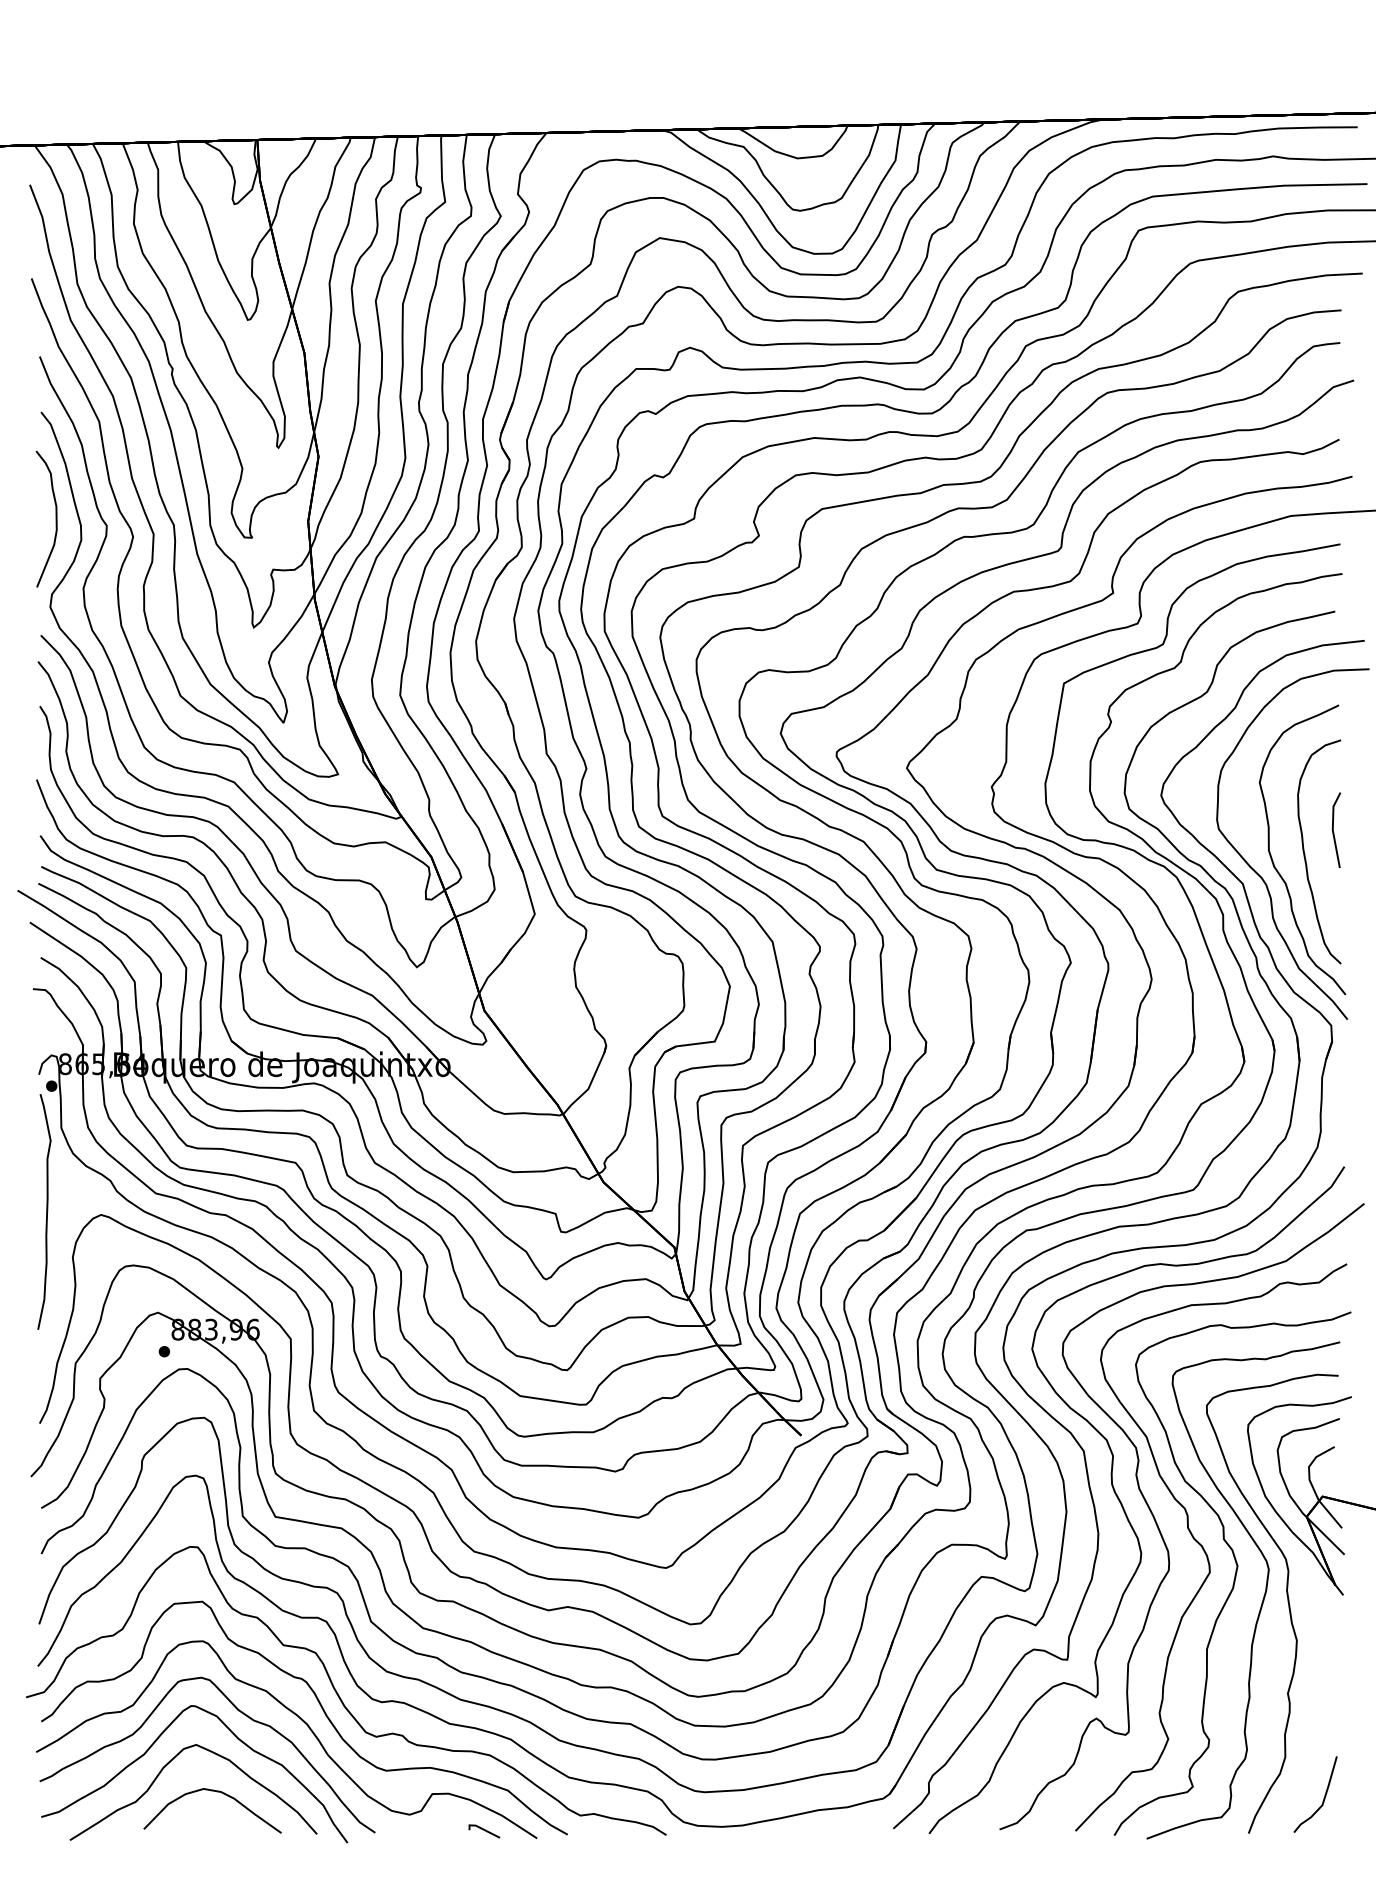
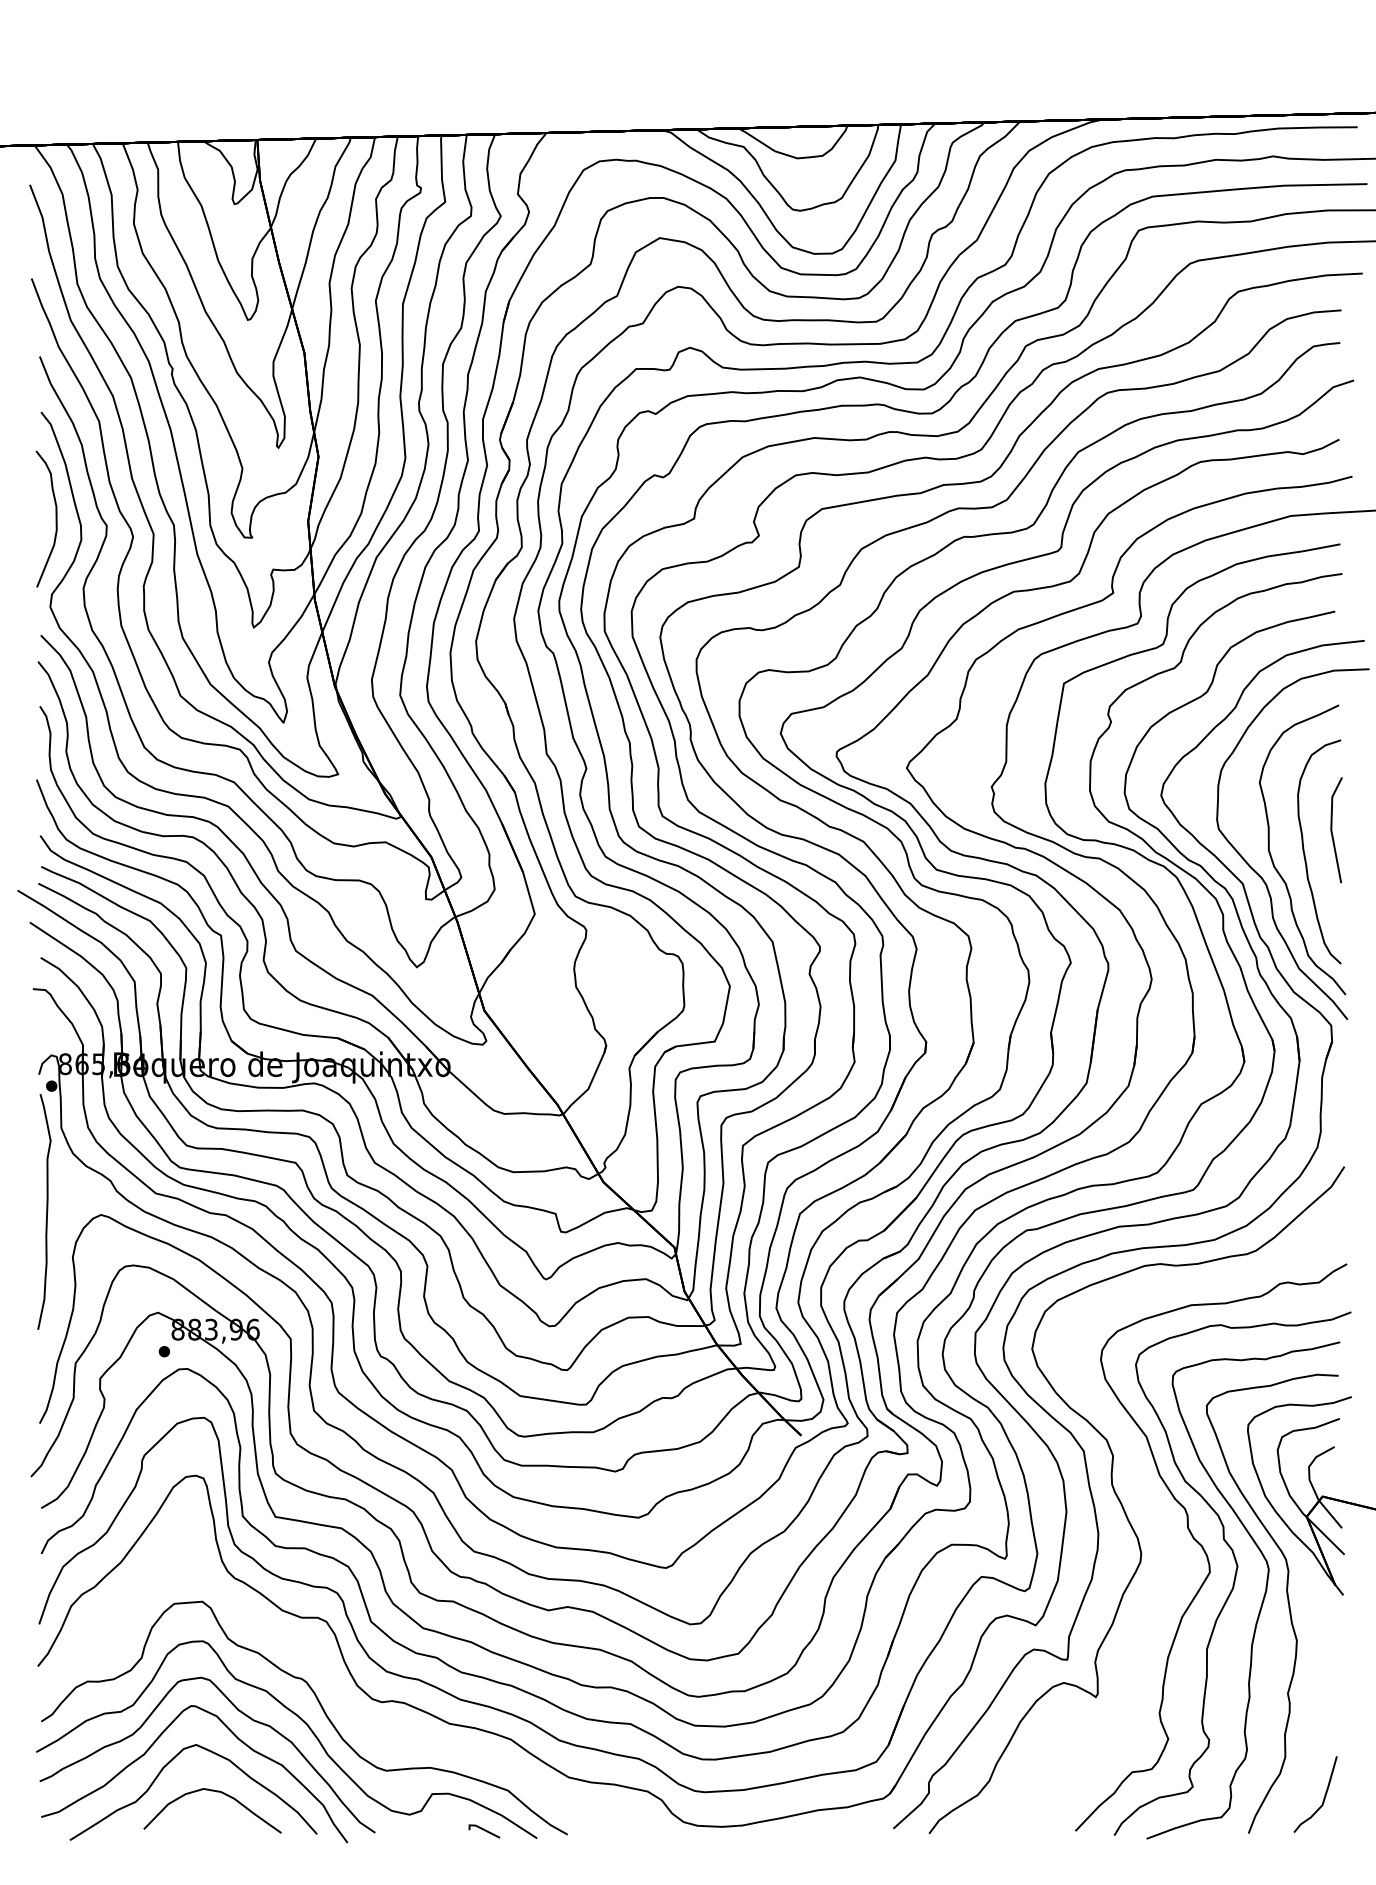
part at (1336, 830) size: 11x77 px -> 13x107 px
part at (1159, 1527): present -> none
part at (338, 1693): present -> none
